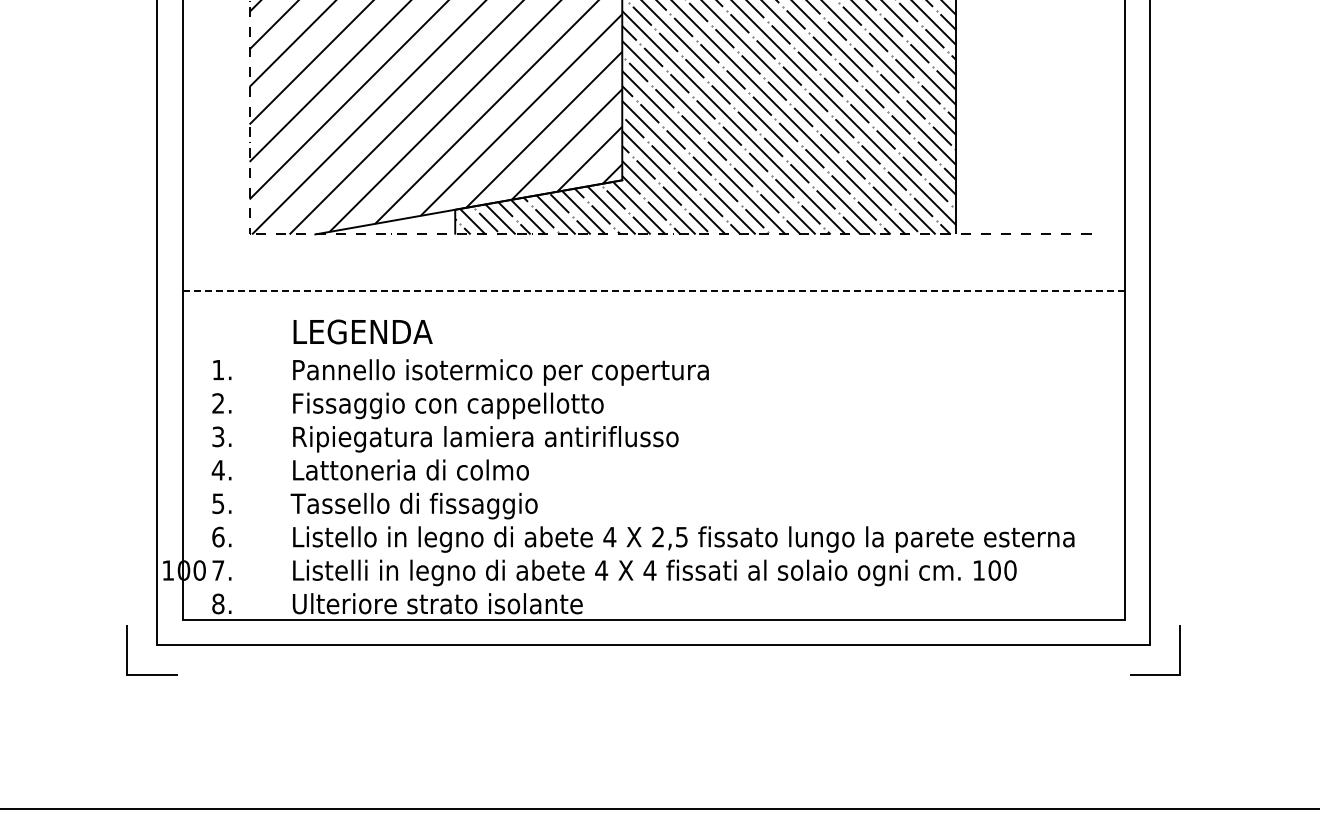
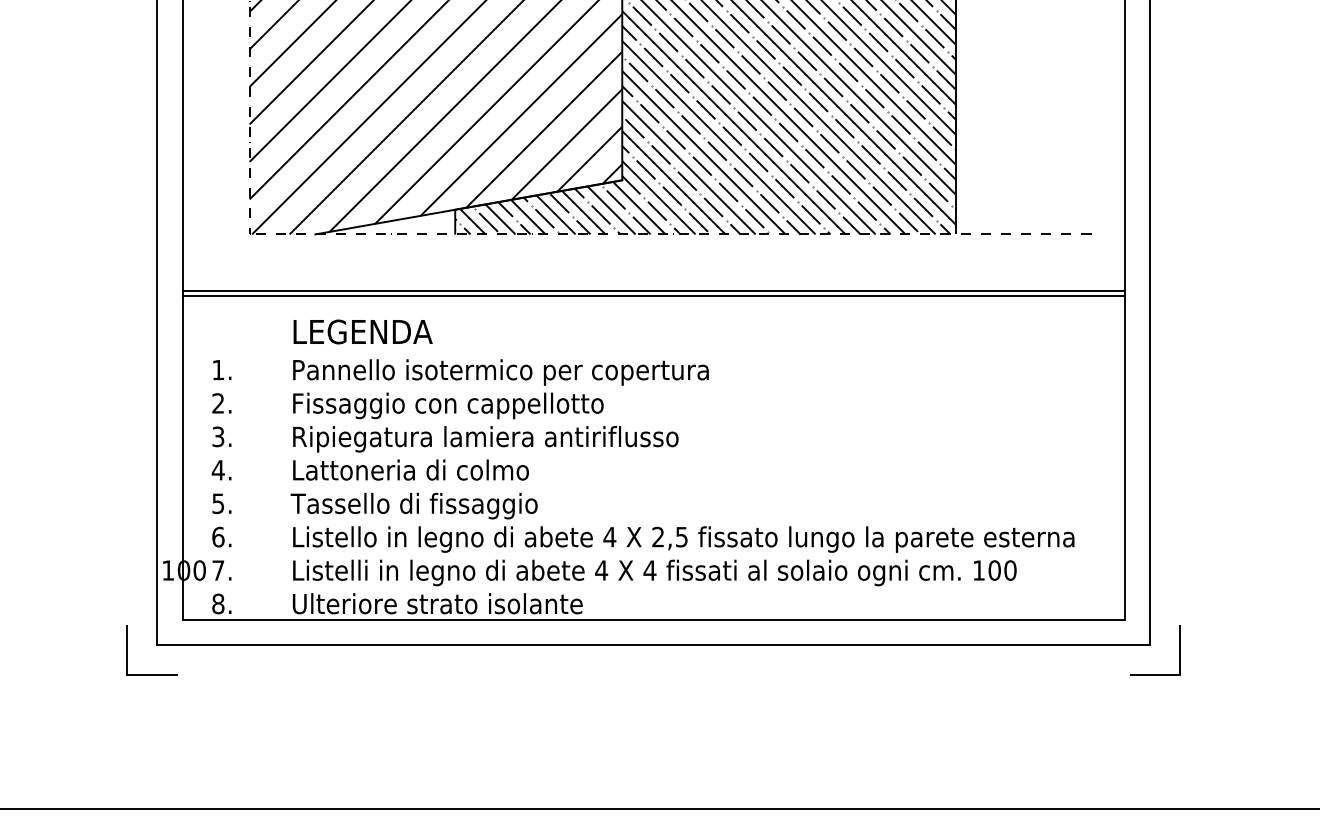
line at (654, 290): dashed -> solid
line at (653, 295): none -> present
